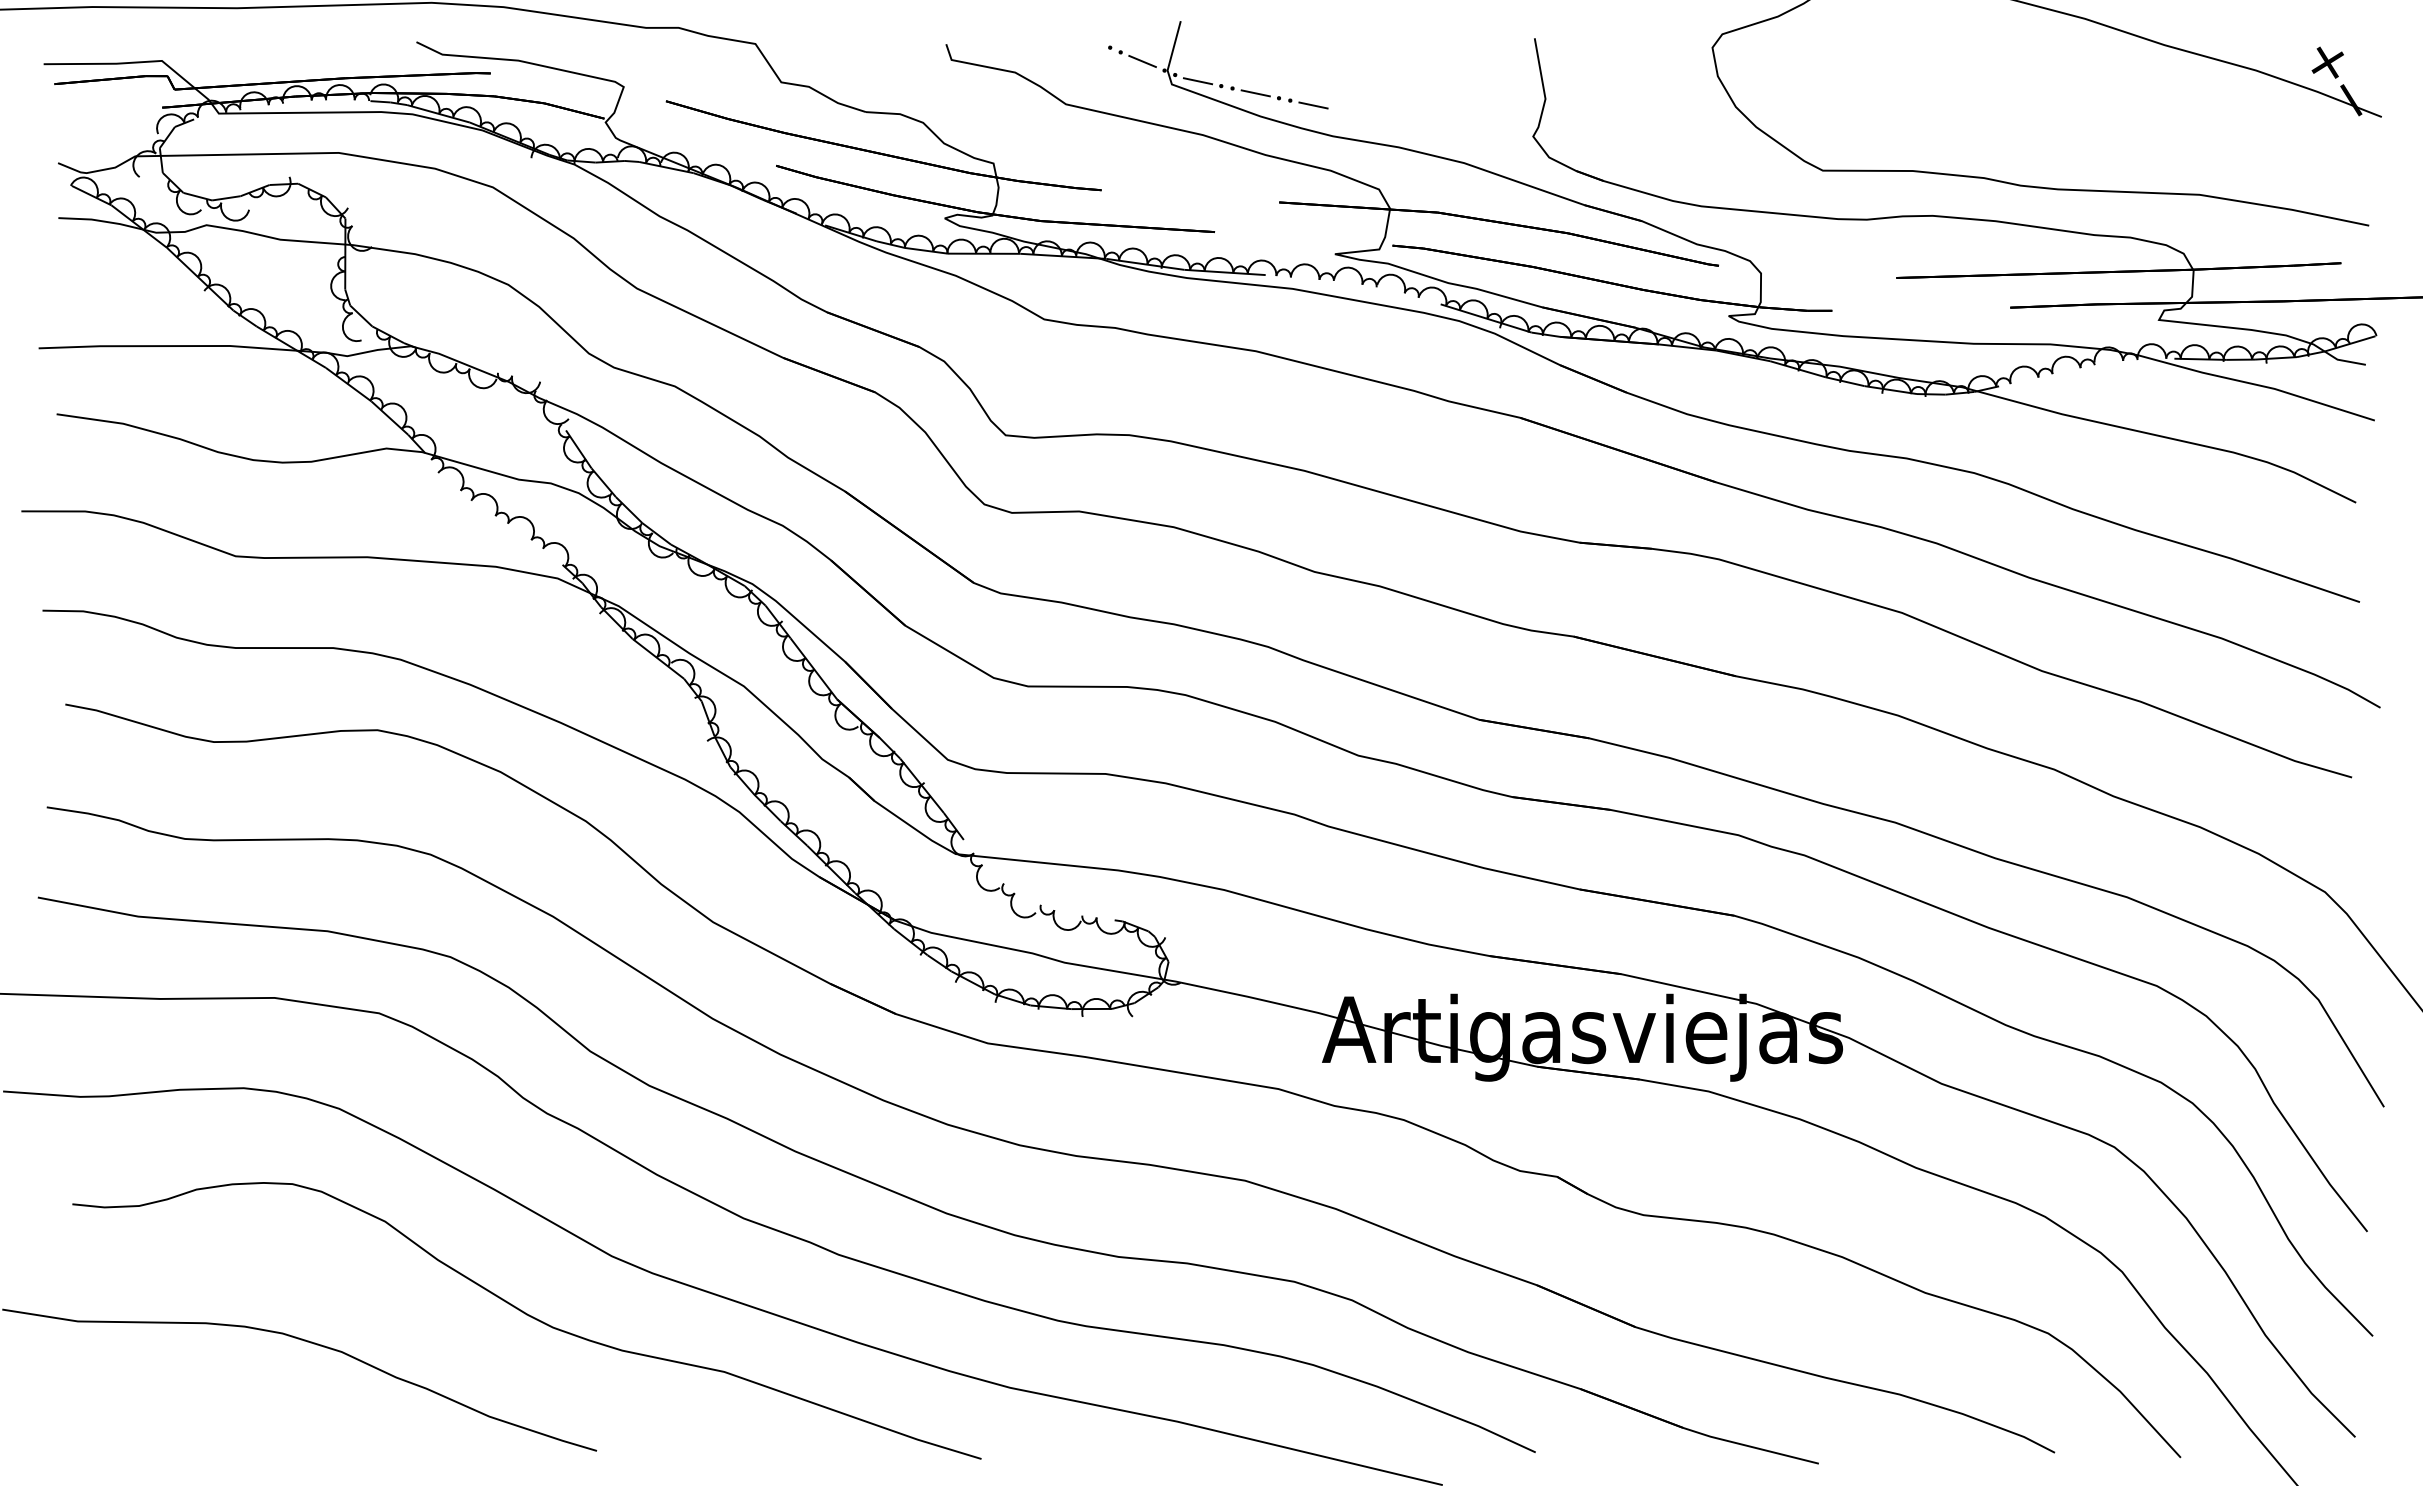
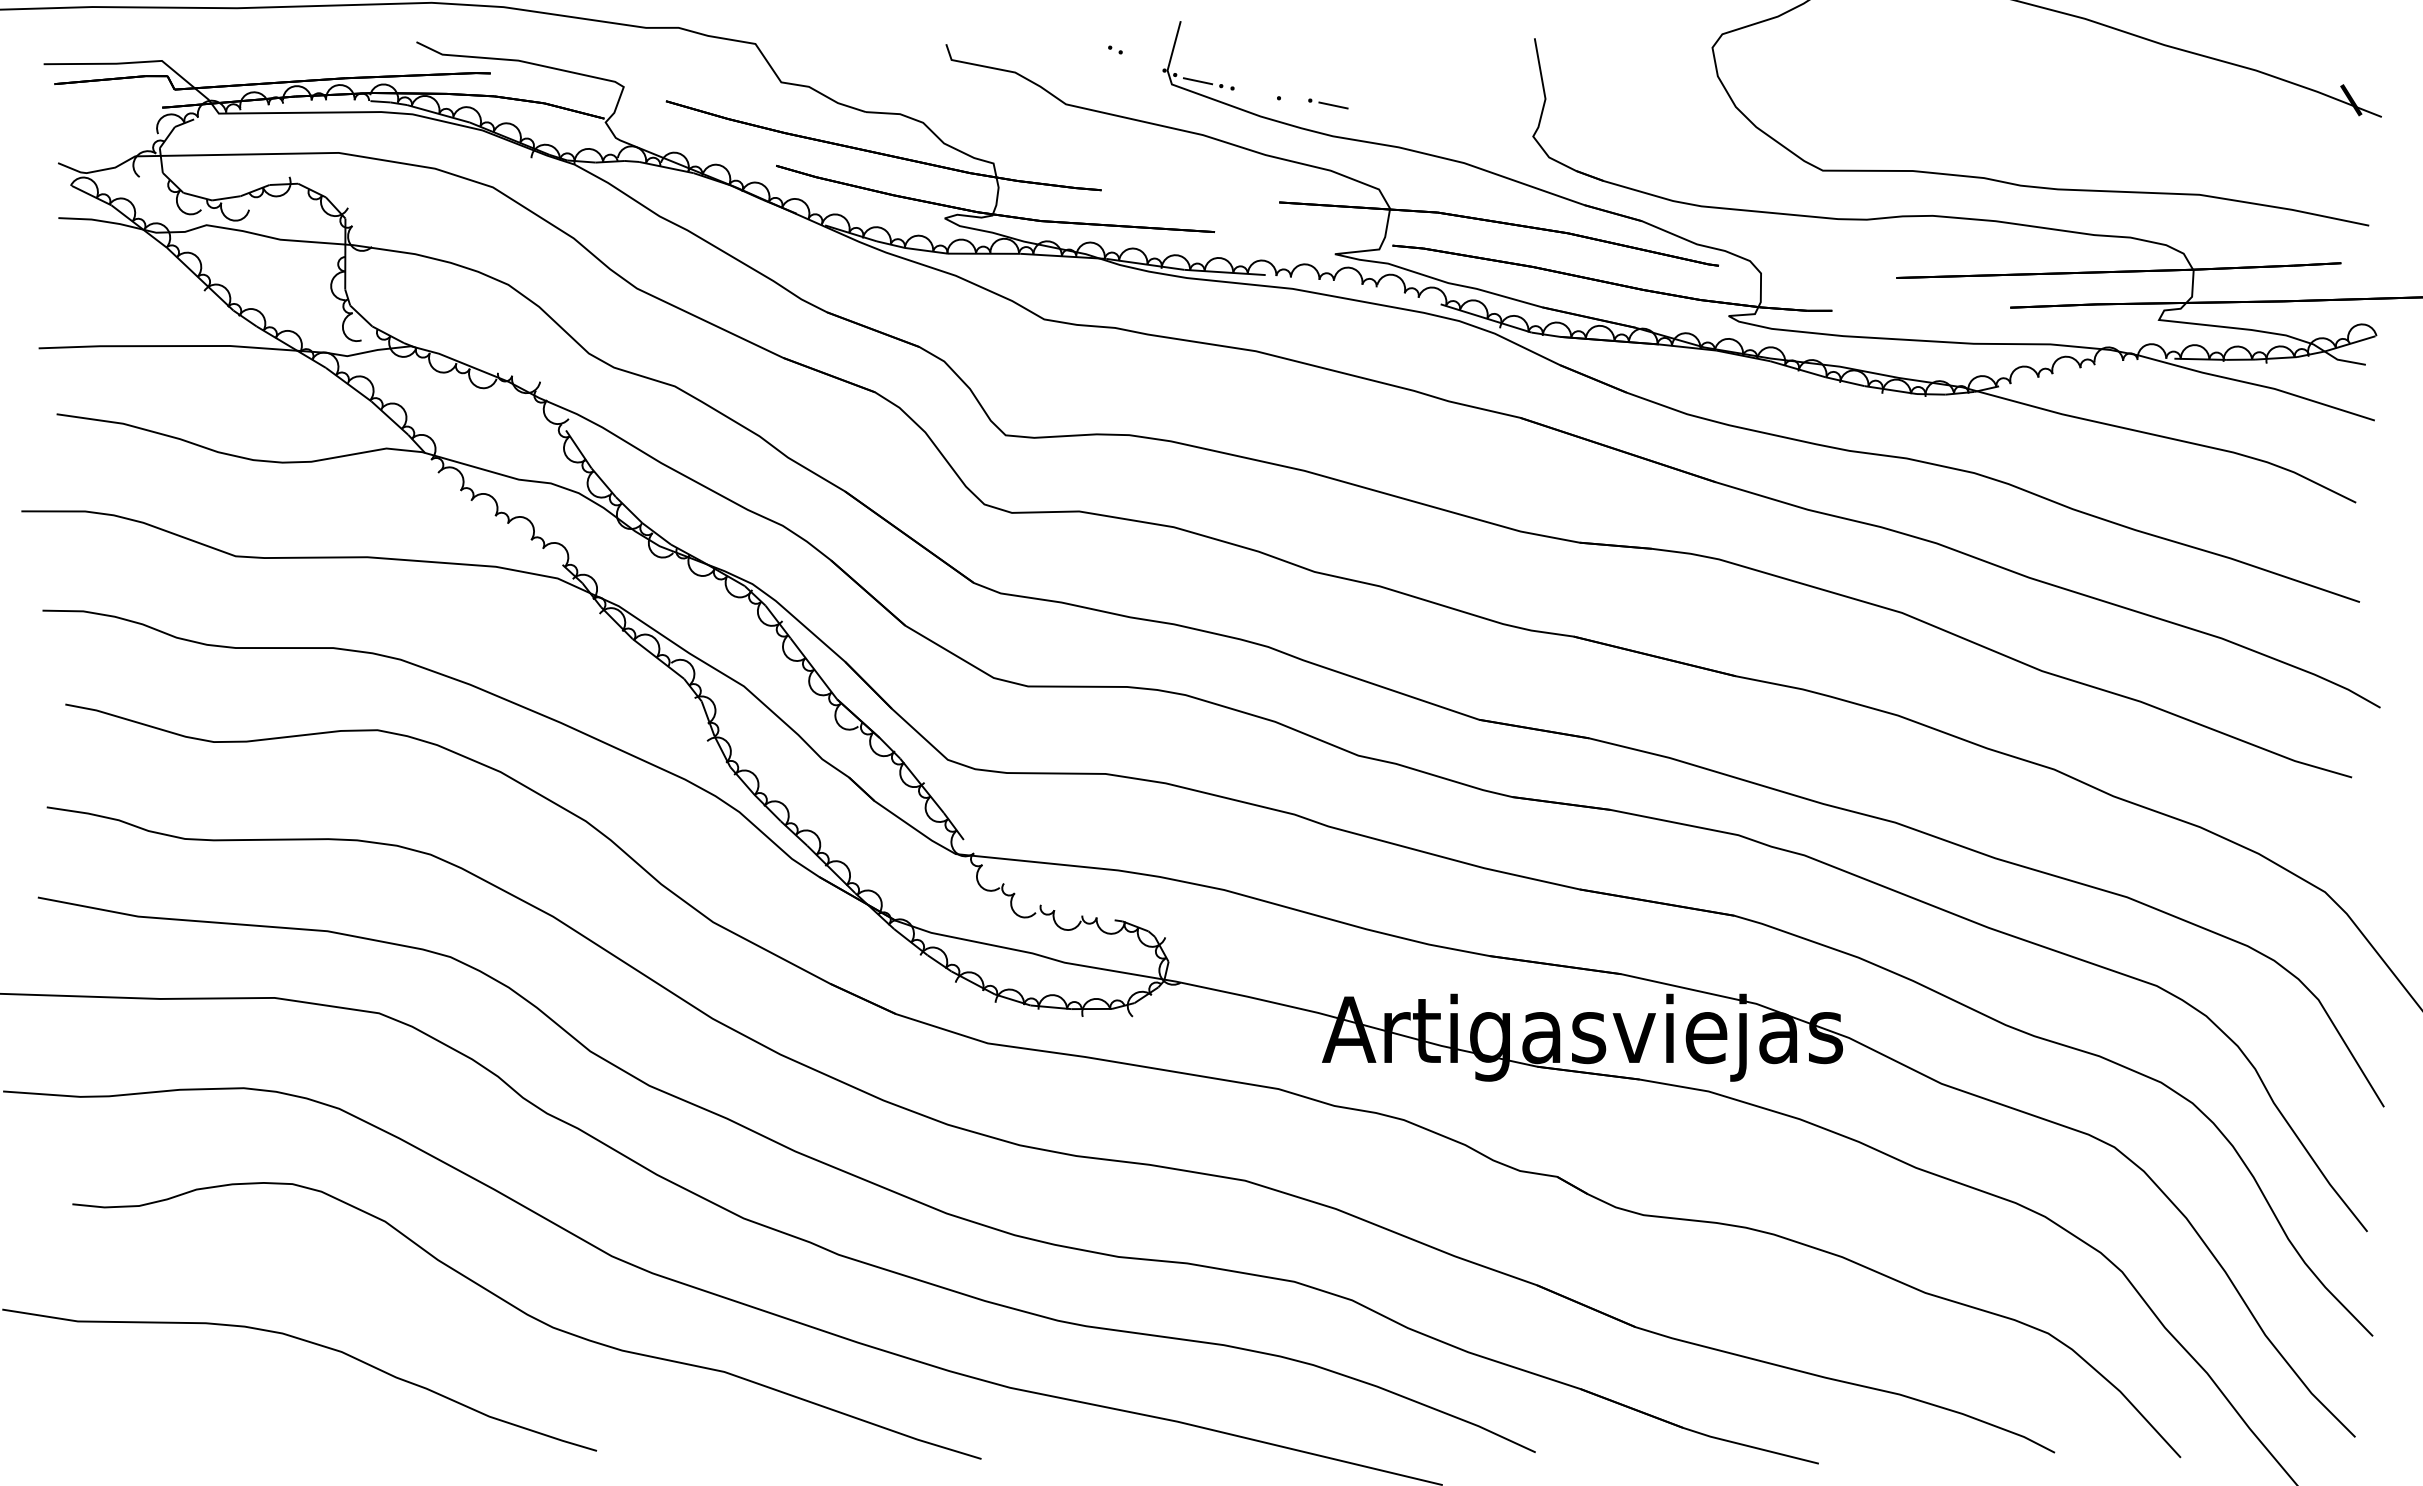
line at (1142, 61): present -> none
part at (2327, 62): present -> none
line at (1255, 93): present -> none
part at (1308, 103) position: (1308, 103) -> (1328, 103)
